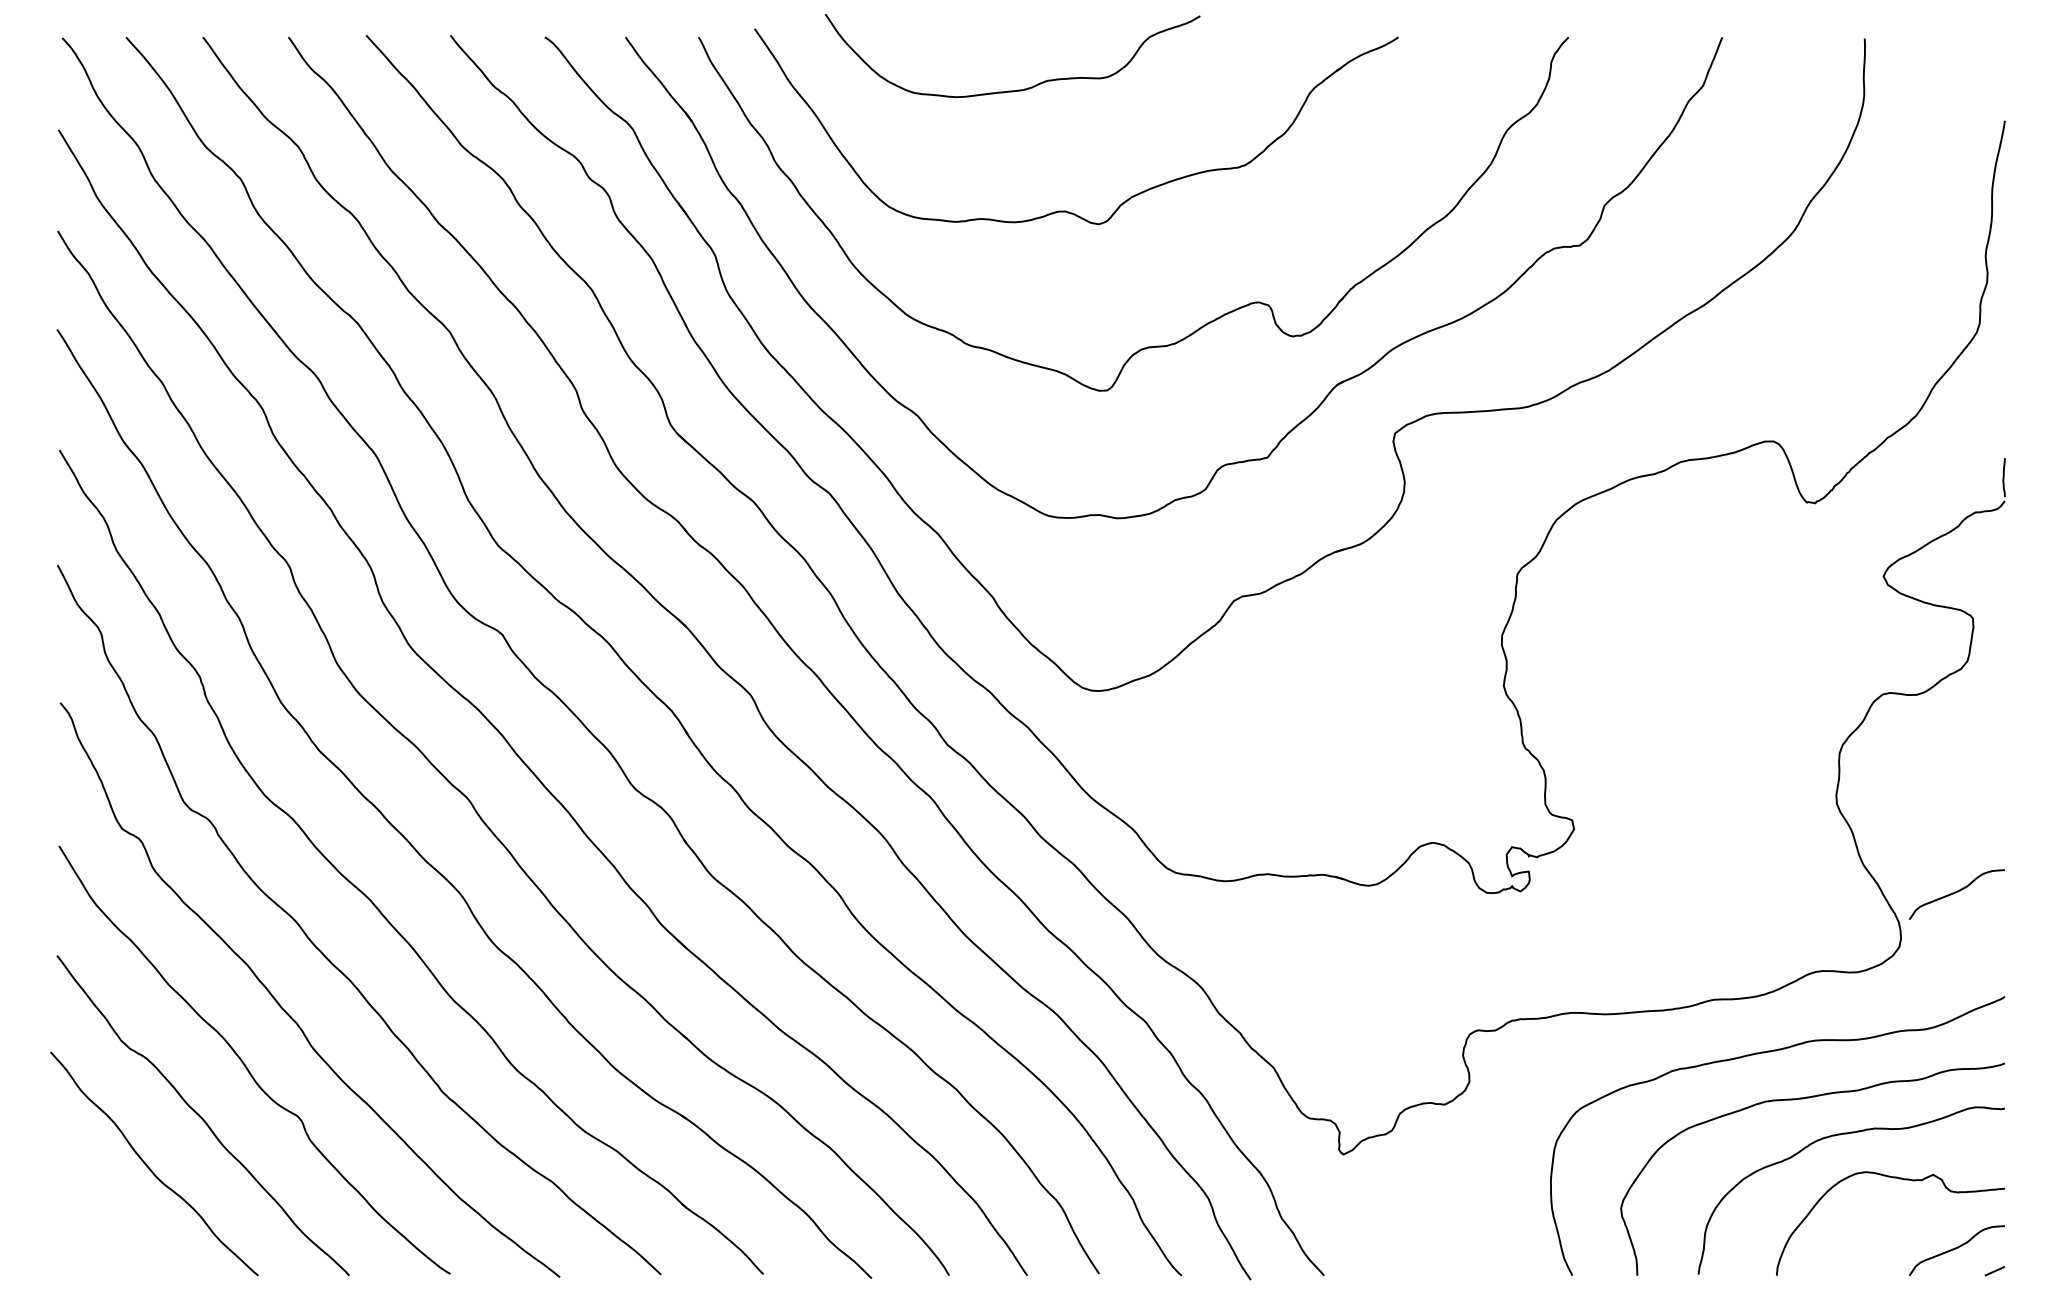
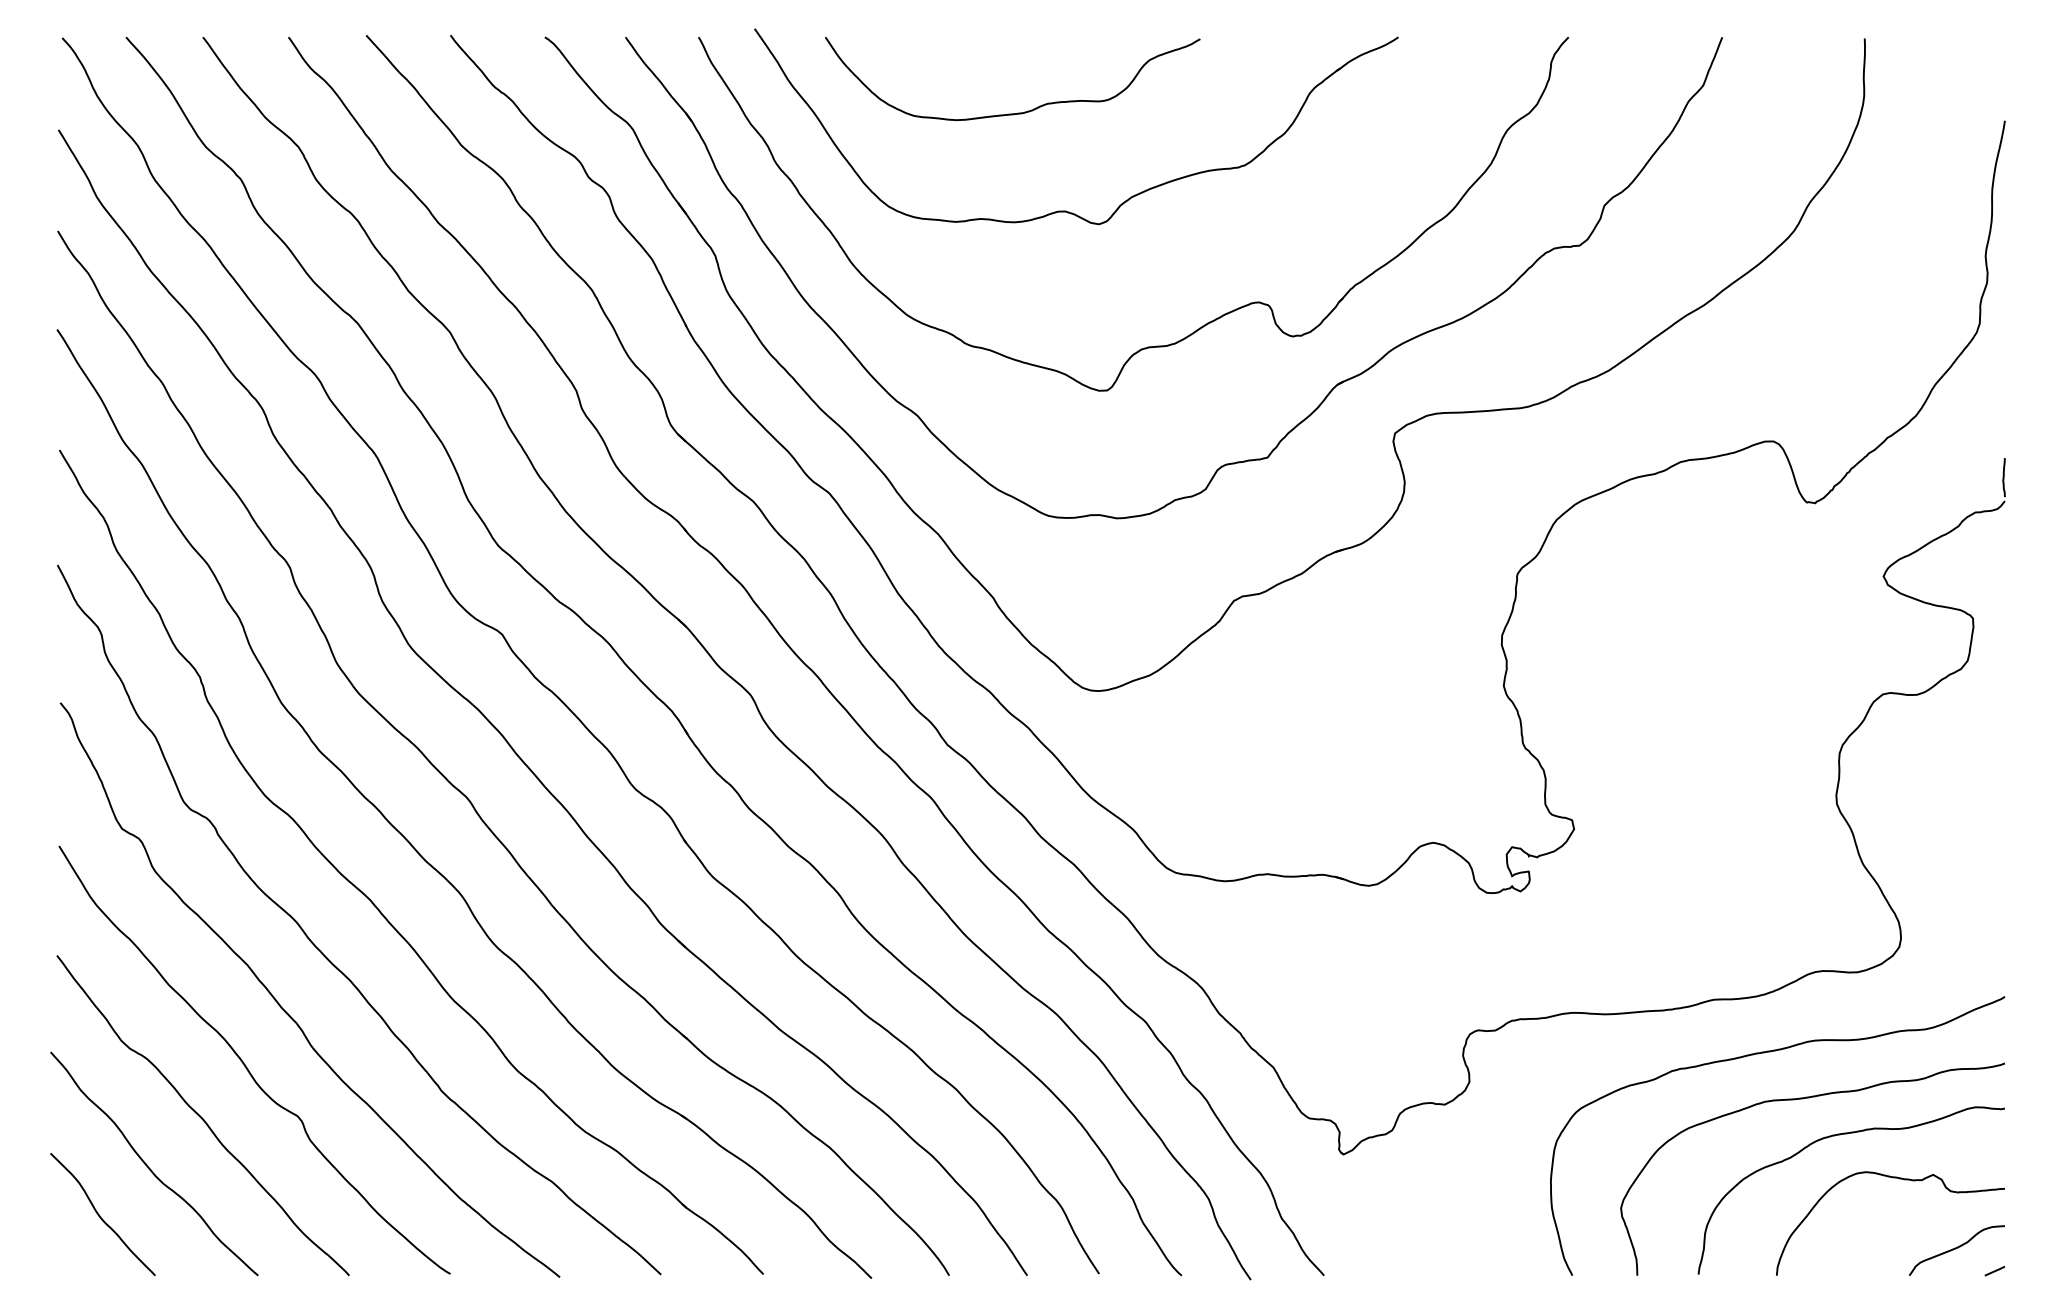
curve at (1017, 89) position: (1017, 89) -> (1017, 112)
curve at (1956, 893): present -> none
curve at (100, 1215): none -> present
